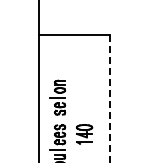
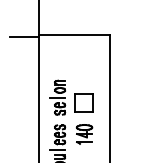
line at (24, 37): none -> present
line at (110, 98): dashed -> solid
part at (83, 102): none -> present
